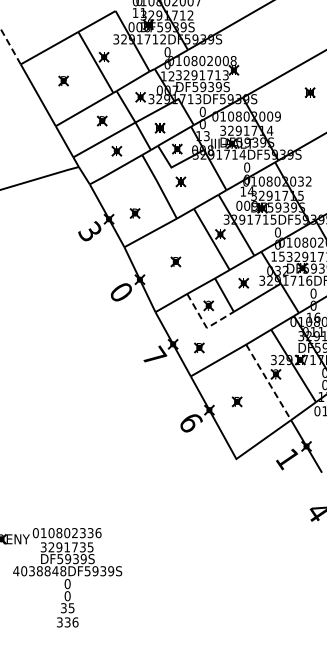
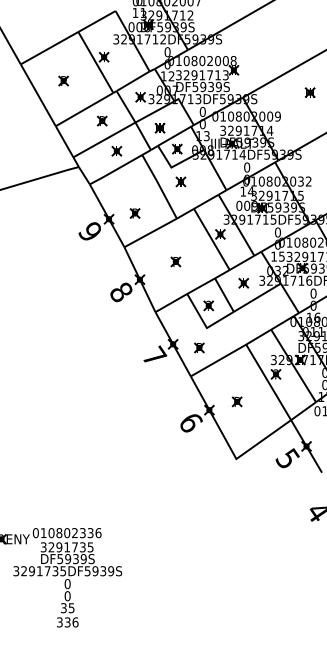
line at (10, 46): dashed -> solid
text at (89, 231): 3 -> 9
text at (121, 292): 0 -> 8
line at (205, 325): dashed -> solid
line at (268, 382): dashed -> solid
text at (287, 459): 1 -> 5
text at (39, 571): 4038848DF5939S -> 3291735DF5939S
